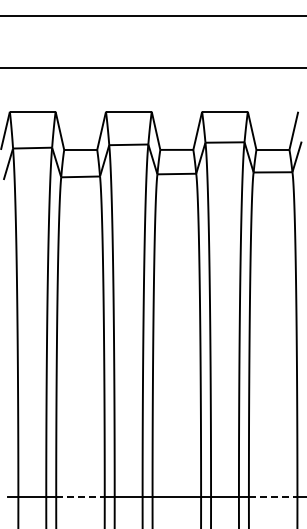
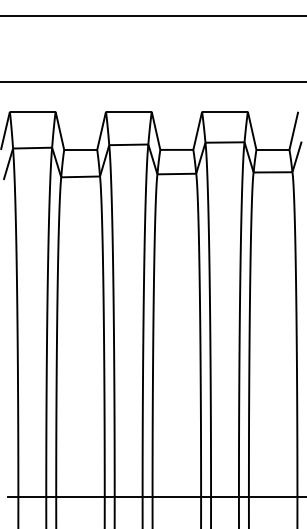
line at (152, 67) position: (152, 67) -> (152, 81)
line at (80, 496): dashed -> solid
line at (273, 496): dashed -> solid
